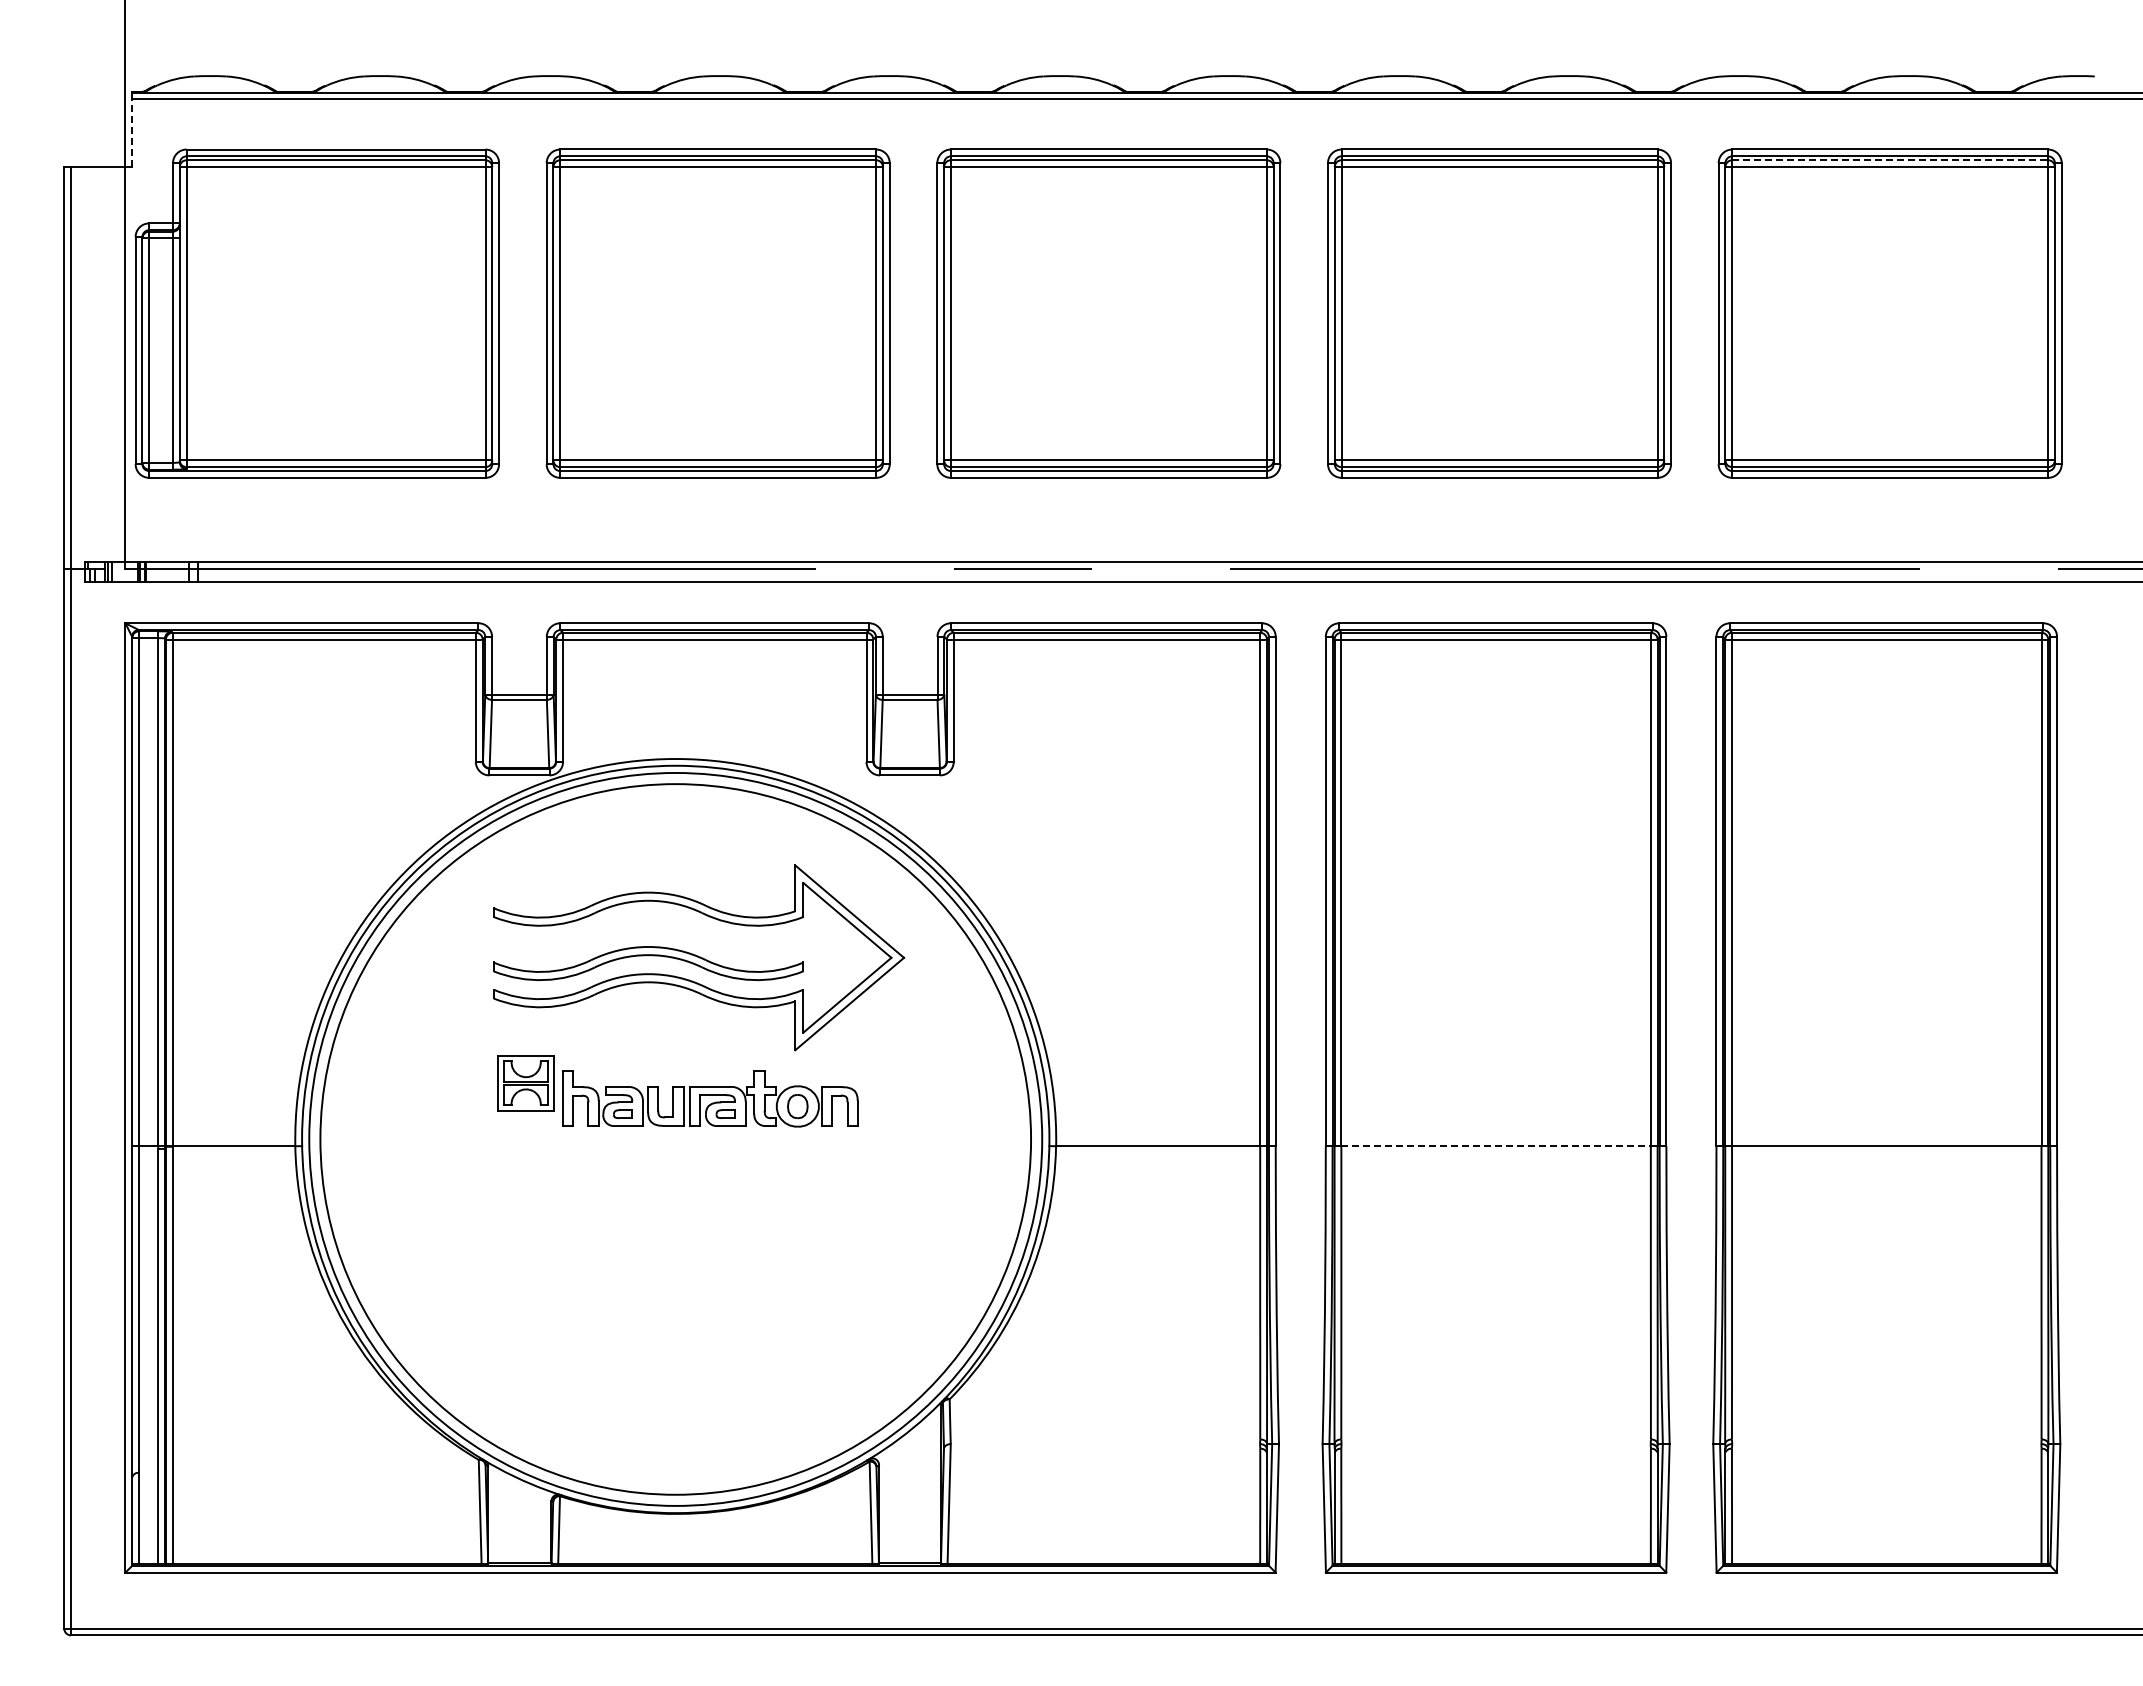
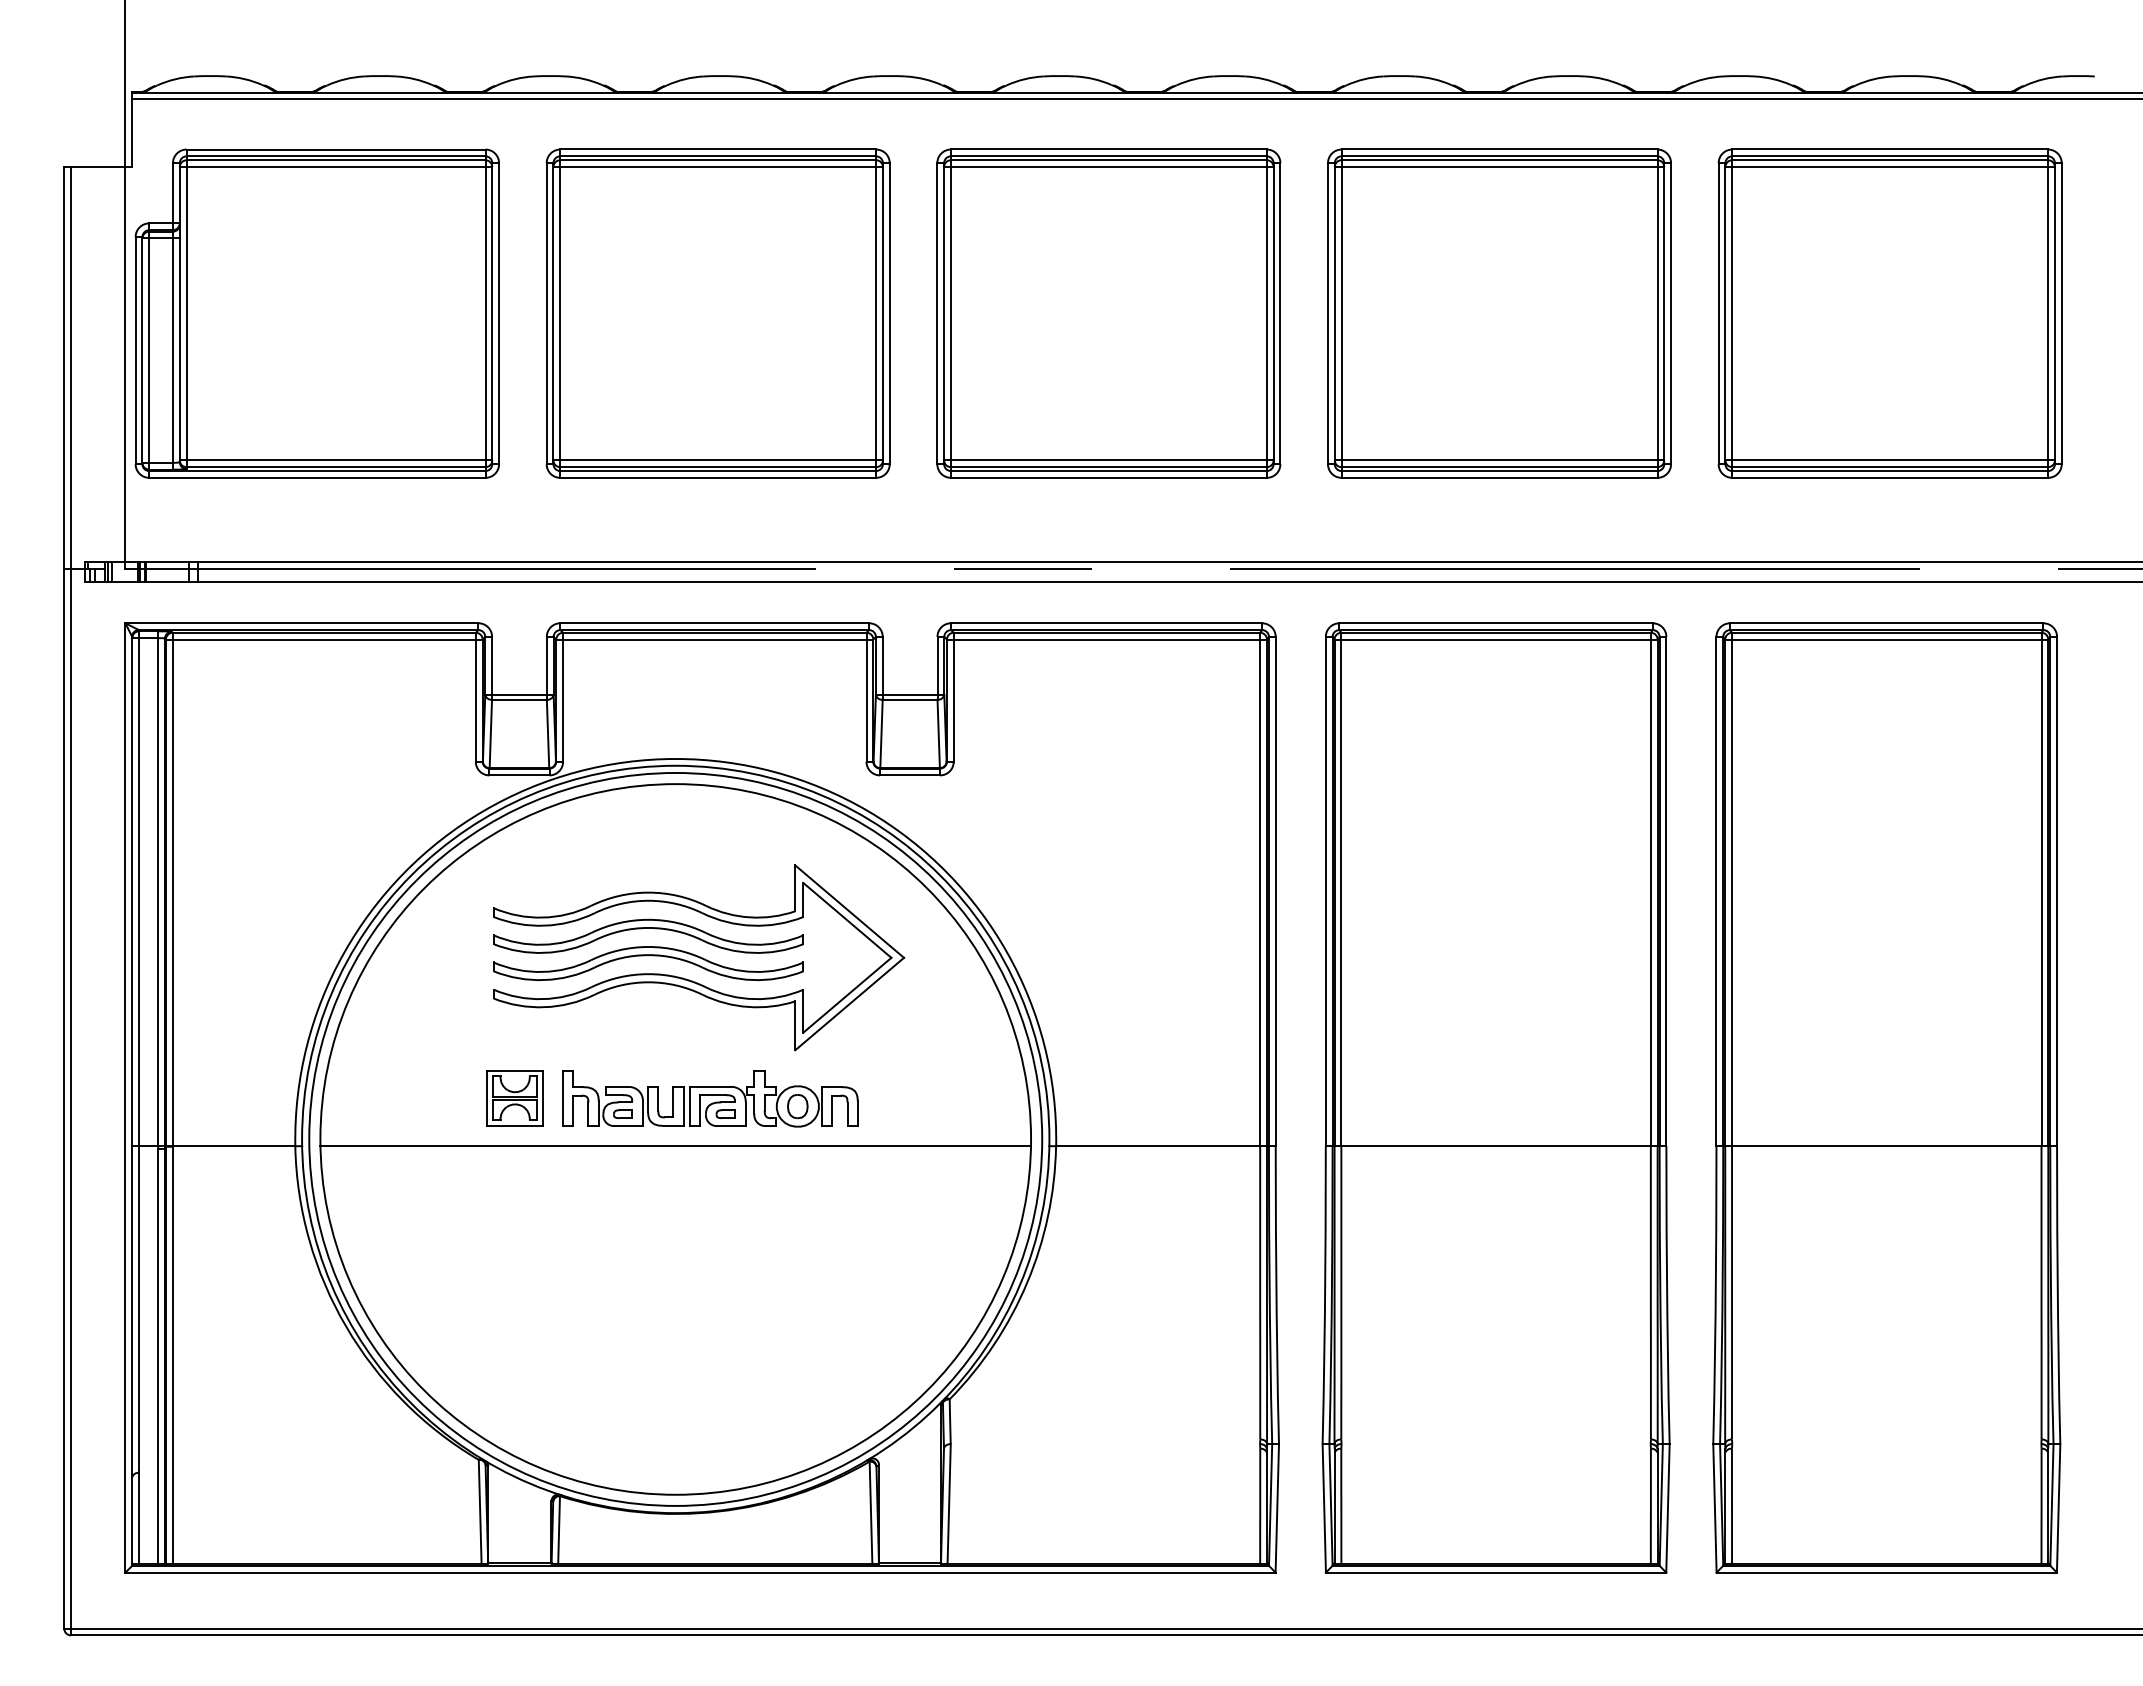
line at (132, 133): dashed -> solid
line at (1890, 160): dashed -> solid
part at (648, 928): none -> present
part at (525, 1083) position: (525, 1083) -> (514, 1098)
line at (675, 1146): none -> present
line at (1496, 1146): dashed -> solid
